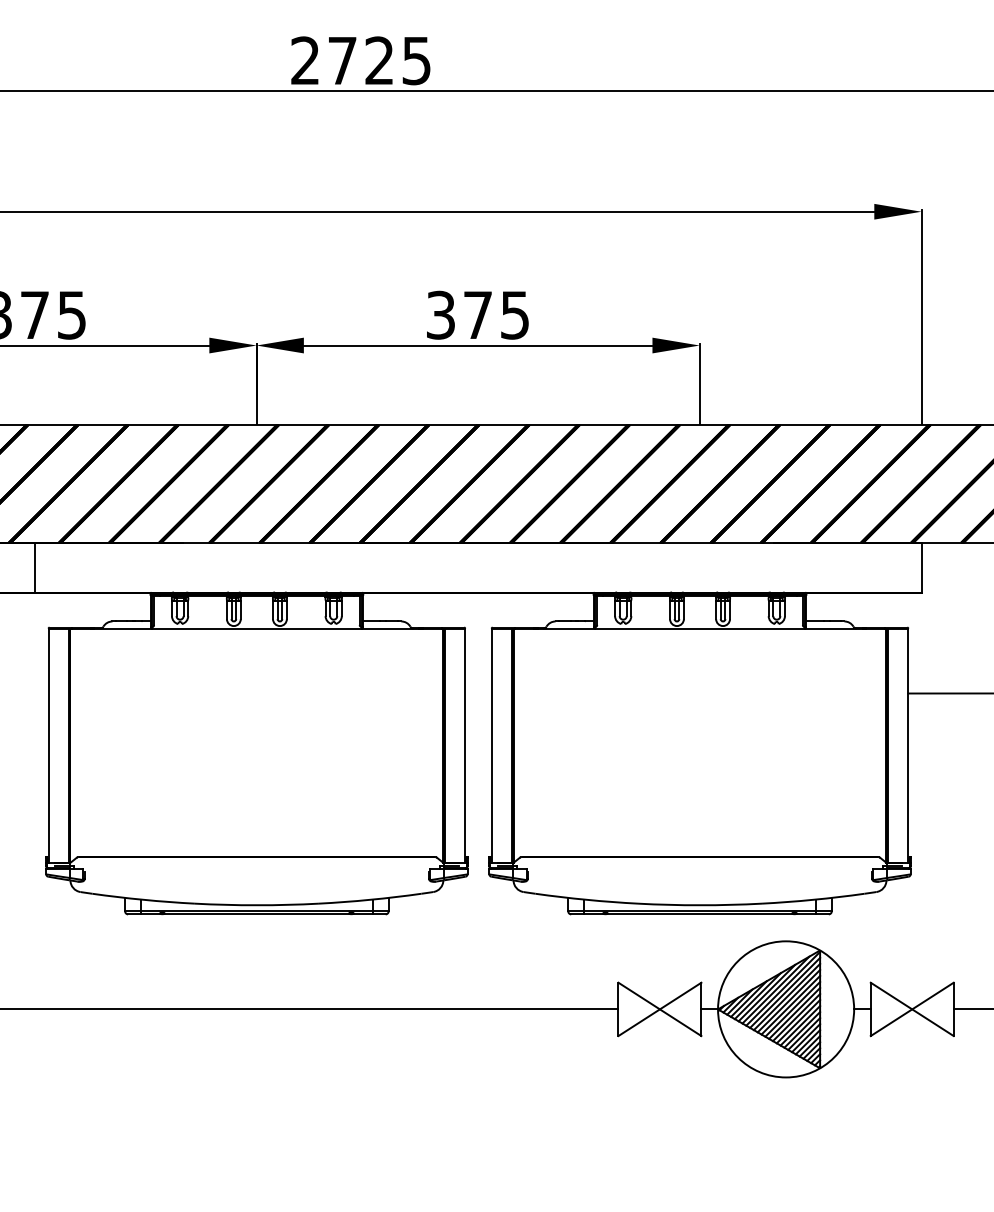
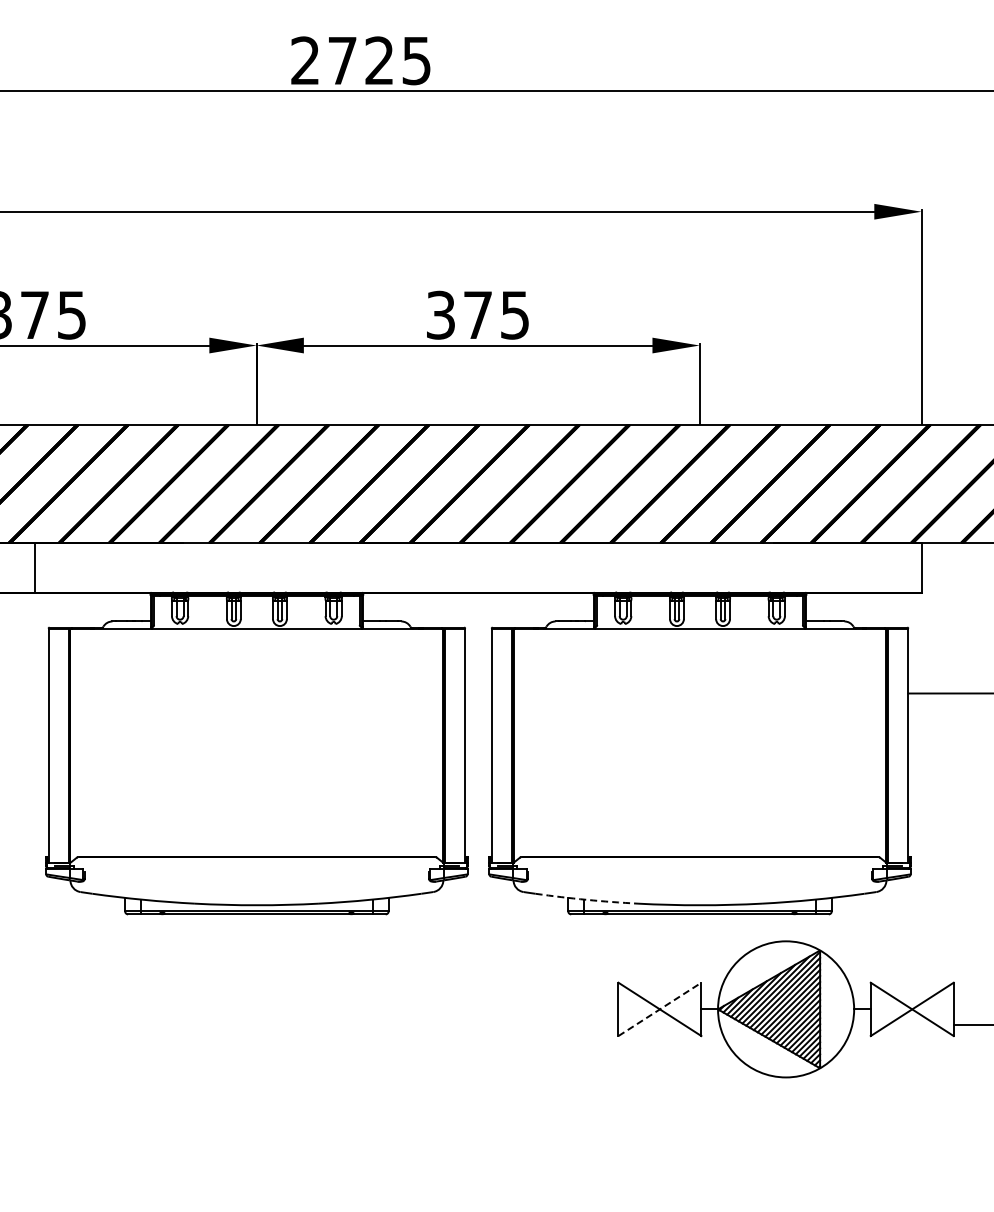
arc at (586, 899): solid -> dashed
line at (310, 1009): present -> none
line at (660, 1009): solid -> dashed
line at (971, 1009) position: (971, 1009) -> (971, 1025)
